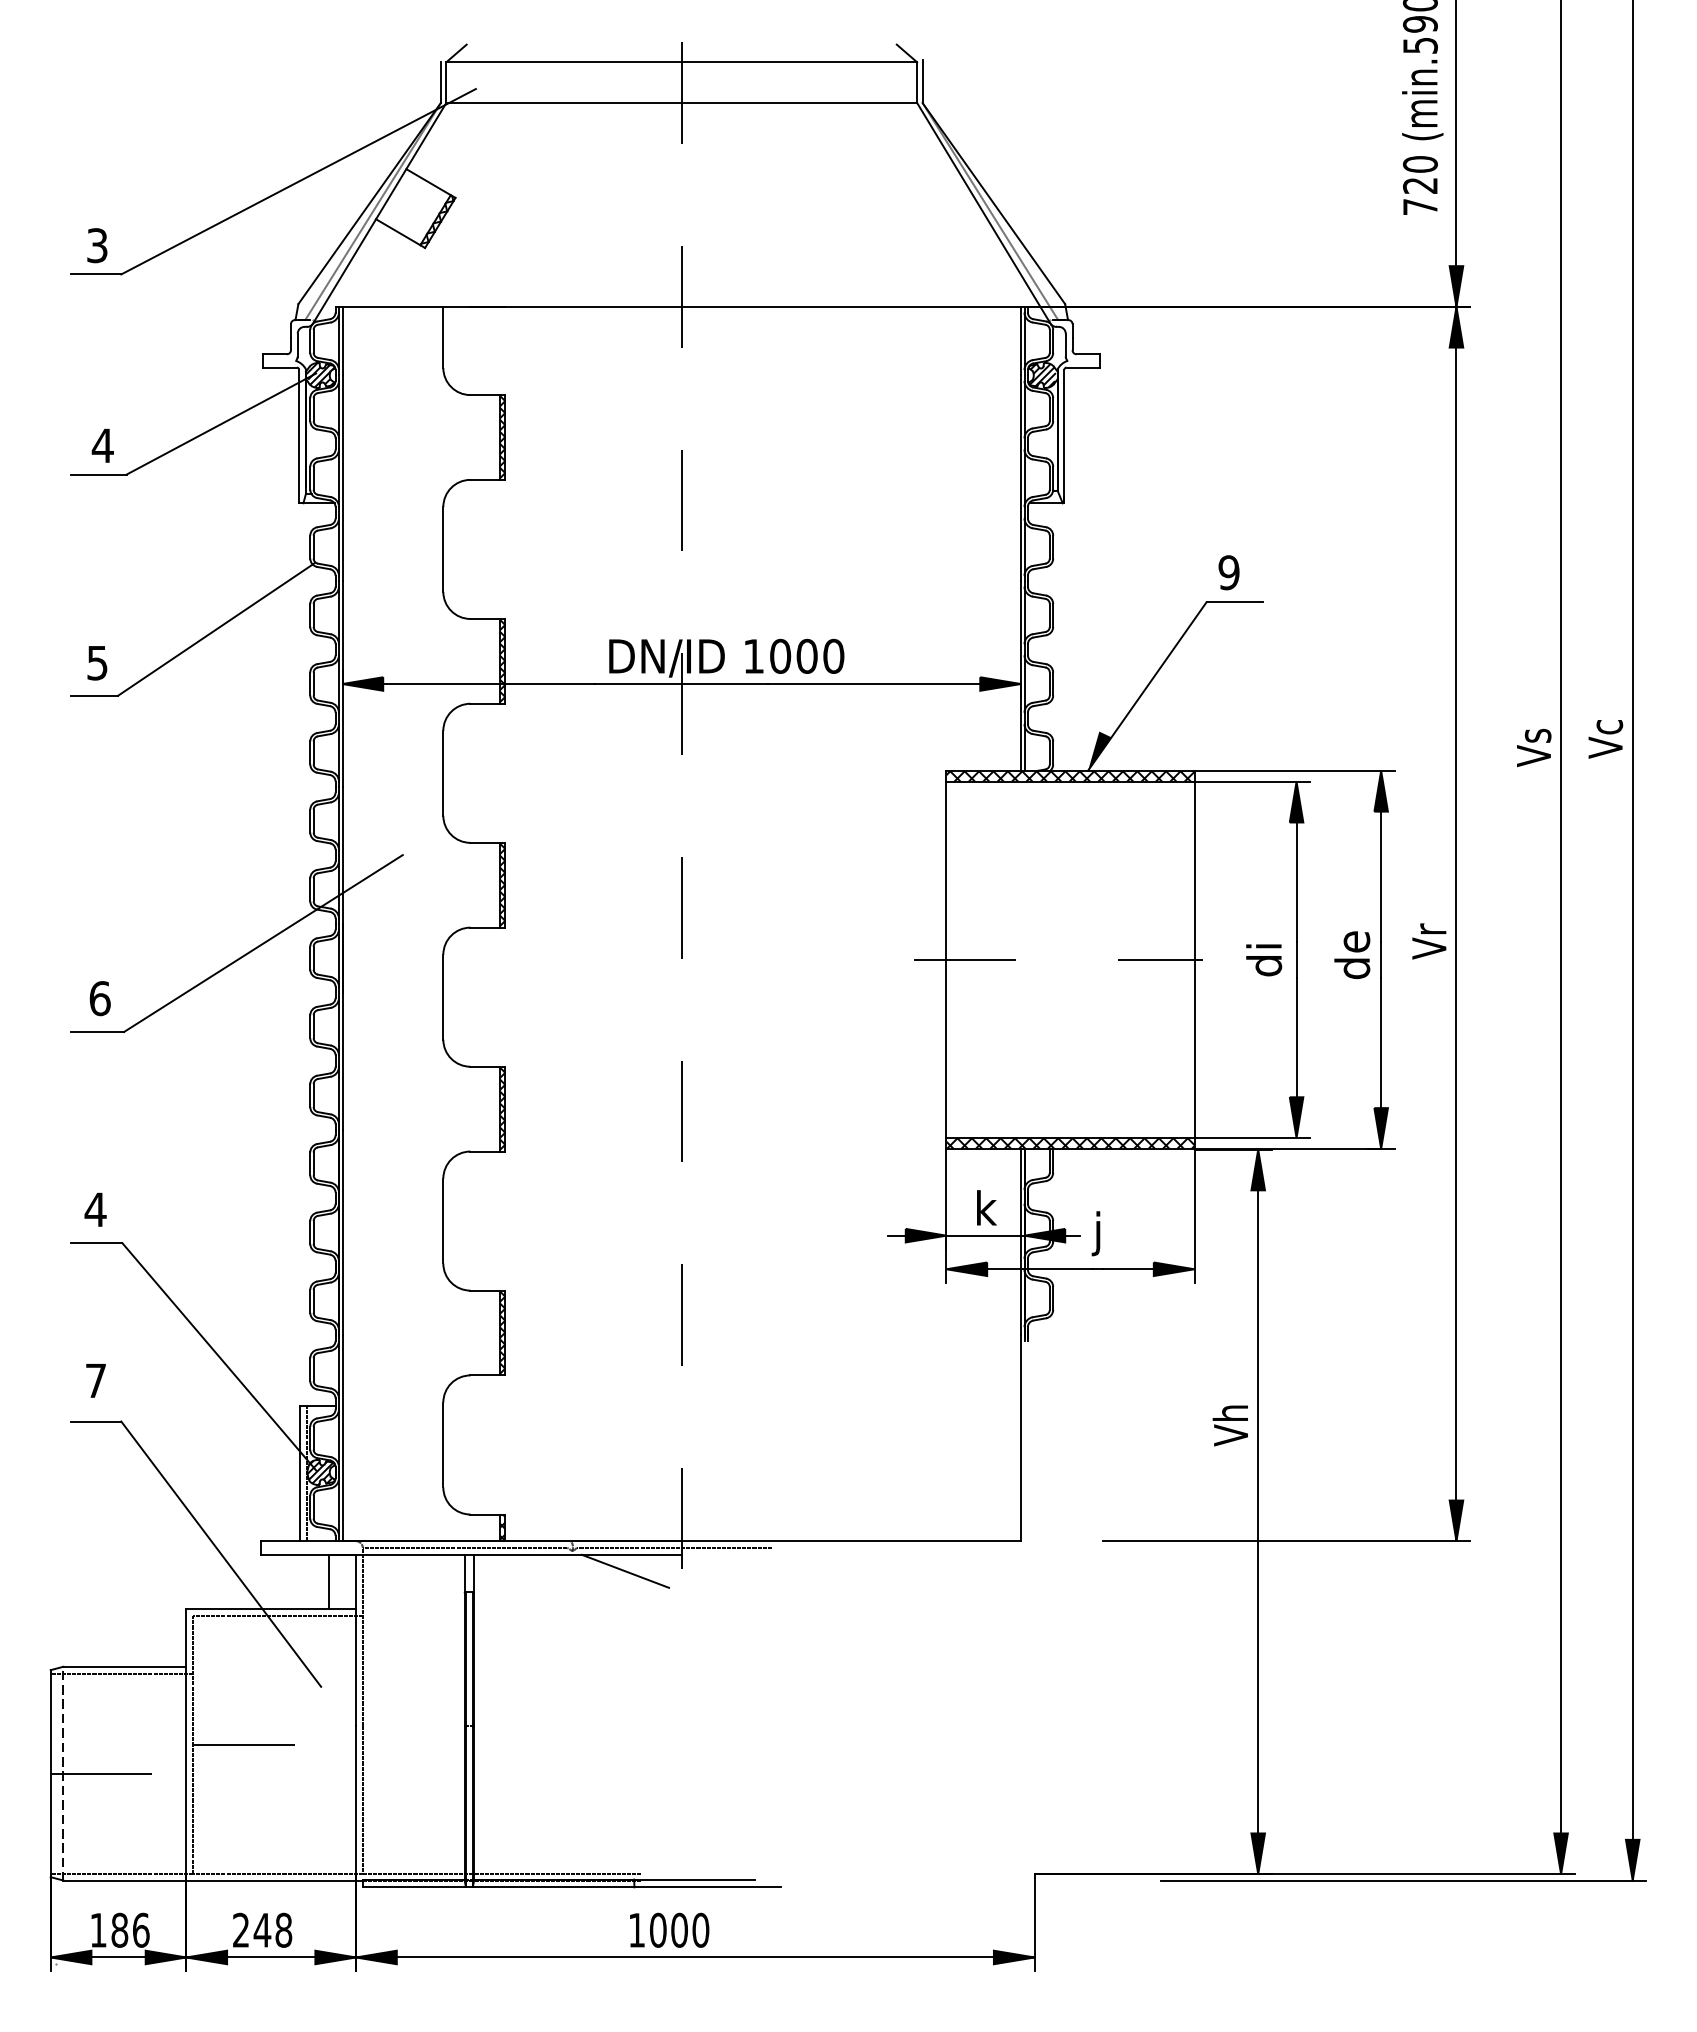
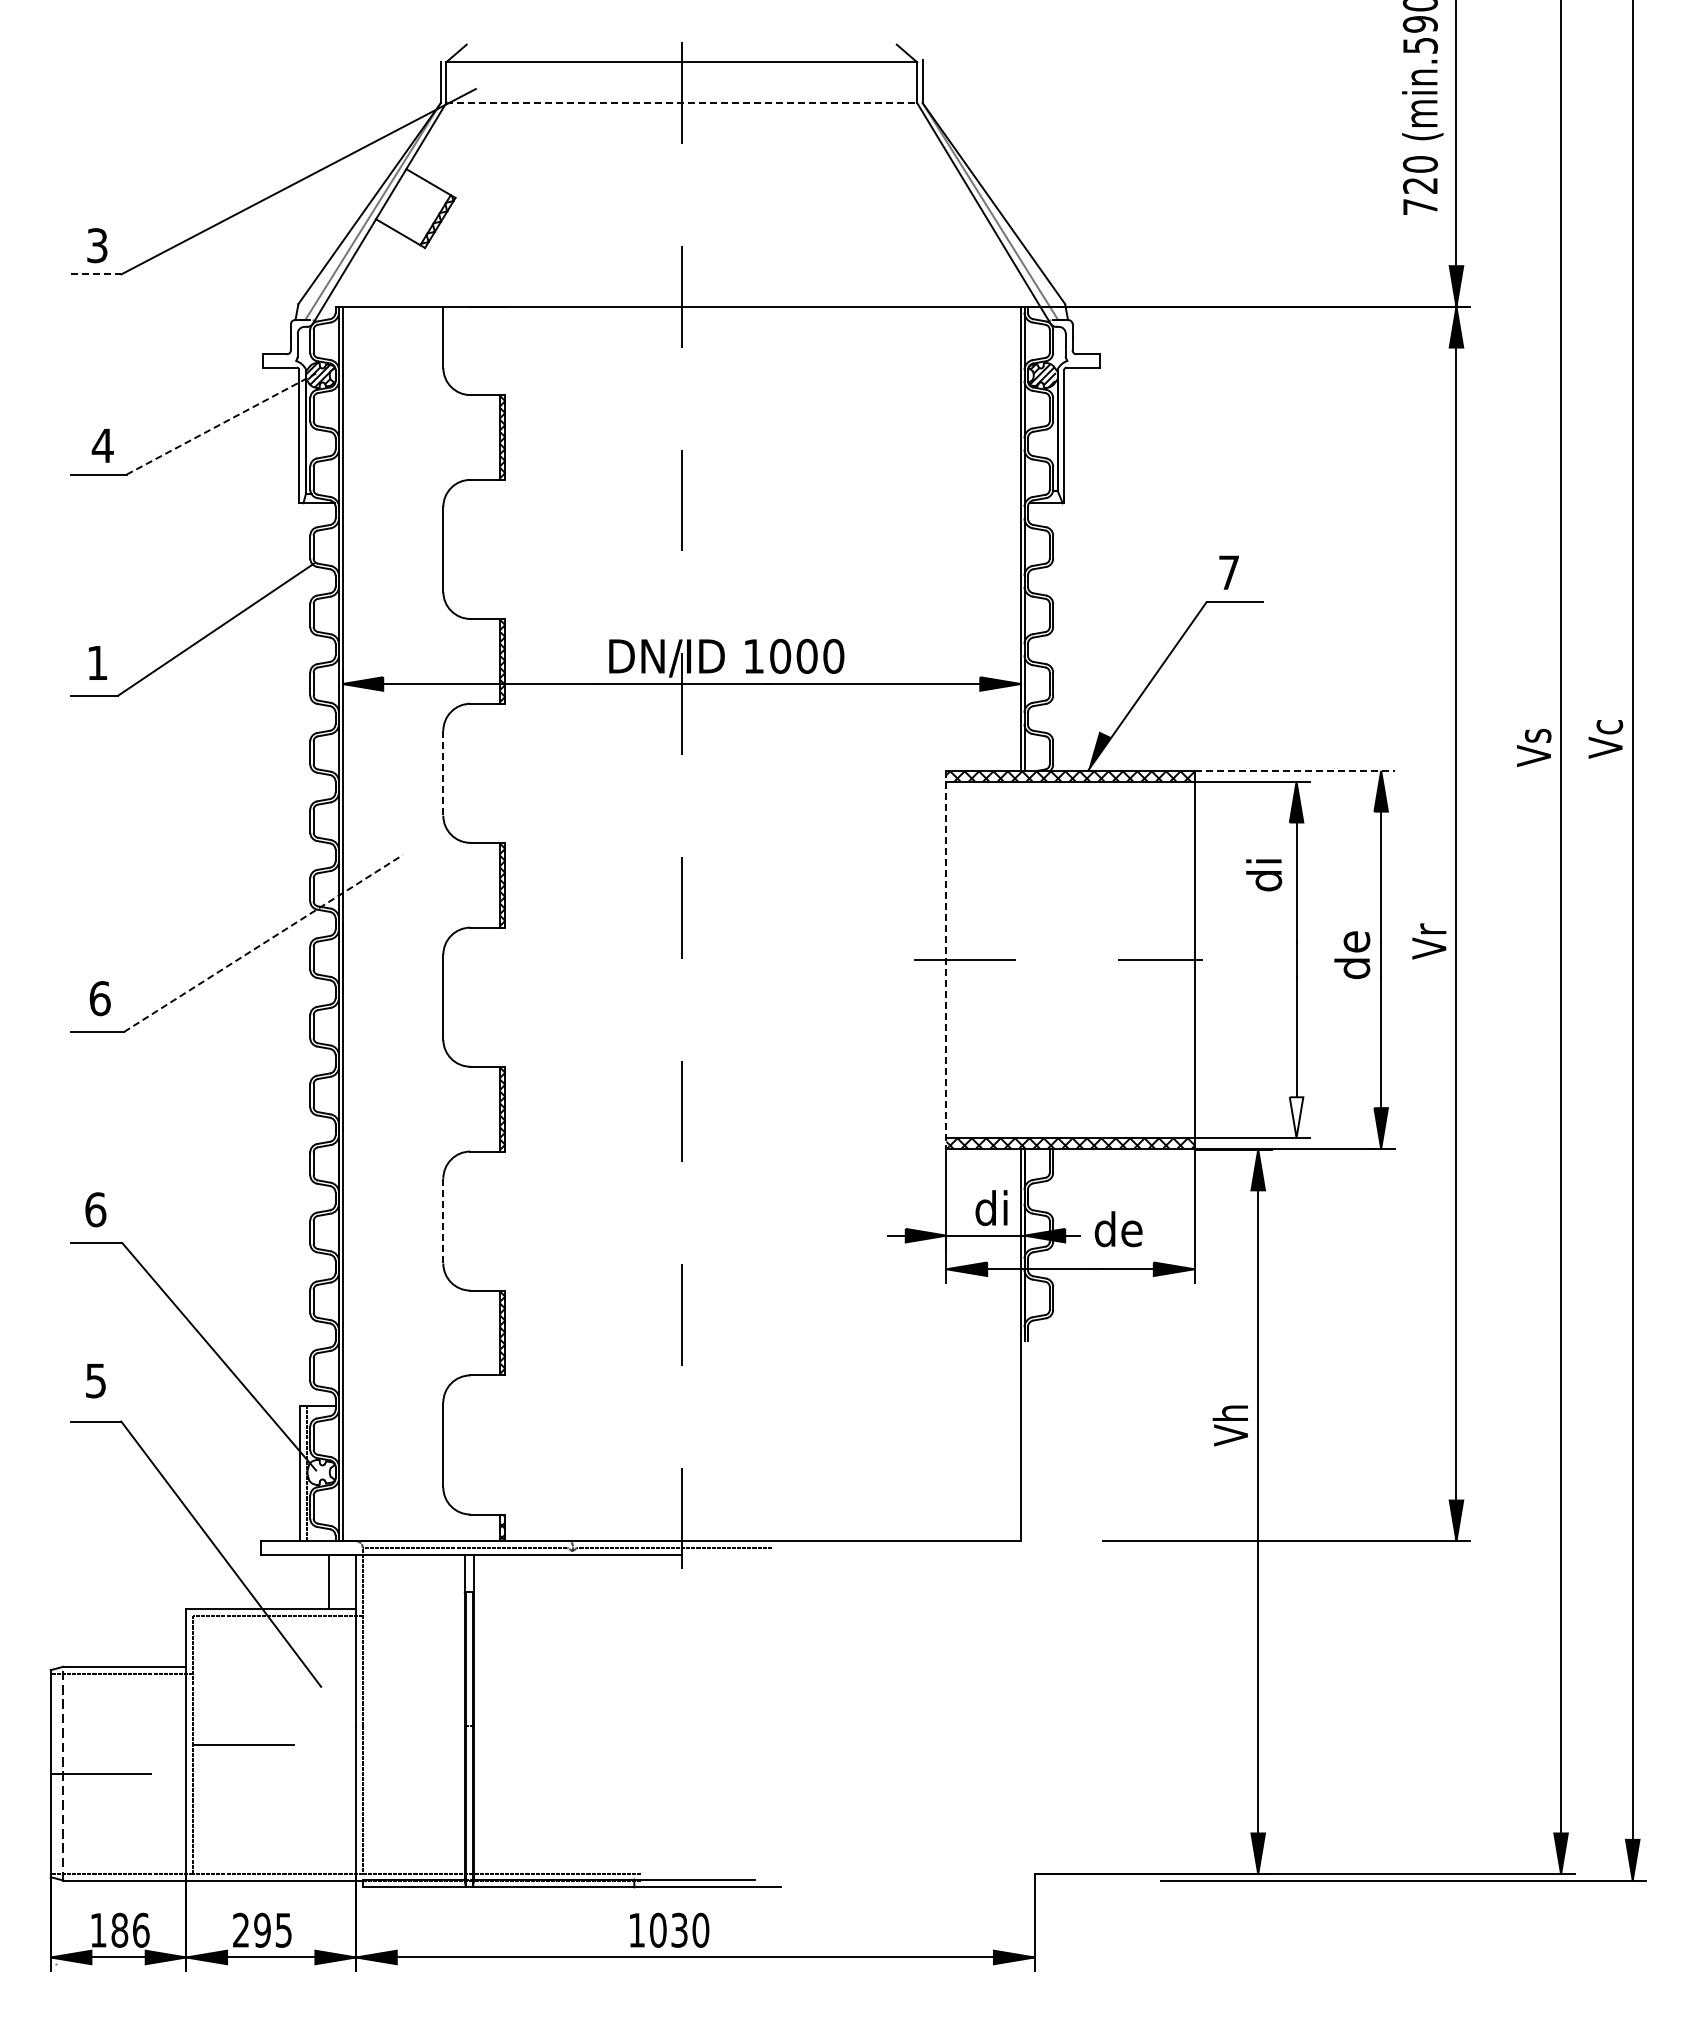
line at (682, 103): solid -> dashed
line at (96, 274): solid -> dashed
line at (221, 423): solid -> dashed
text at (1228, 572): 9 -> 7
text at (97, 663): 5 -> 1
line at (1295, 770): solid -> dashed
line at (443, 773): solid -> dashed
line at (263, 943): solid -> dashed
line at (946, 959): solid -> dashed
text at (1264, 960) position: (1264, 960) -> (1264, 875)
fill at (1296, 1117): present -> none
text at (991, 1208): k -> di
text at (95, 1209): 4 -> 6
line at (443, 1221): solid -> dashed
text at (1116, 1233): j -> de
text at (95, 1381): 7 -> 5
hatch at (320, 1472): present -> none
line at (625, 1570): present -> none
text at (272, 1929): 248 -> 295
text at (679, 1929): 1000 -> 1030
